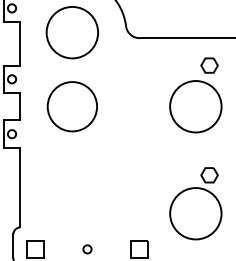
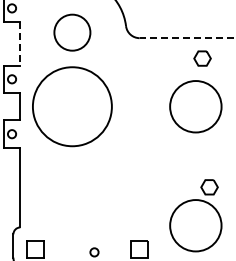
circle at (72, 32) diameter: 51 px -> 36 px
line at (187, 38): solid -> dashed
line at (20, 43): solid -> dashed
part at (209, 65) position: (209, 65) -> (202, 58)
circle at (72, 106) diameter: 49 px -> 79 px
part at (195, 203) position: (195, 203) -> (195, 215)
circle at (87, 249) position: (87, 249) -> (94, 252)
